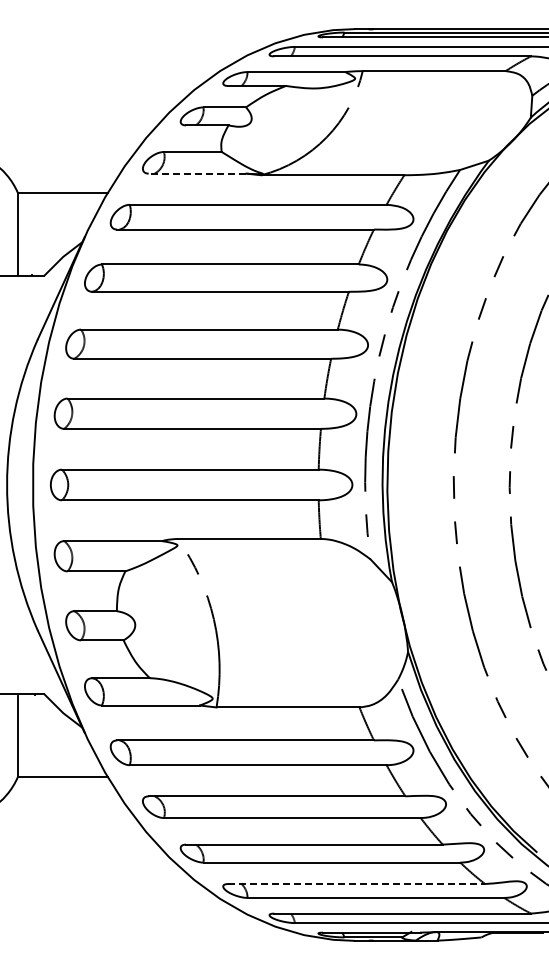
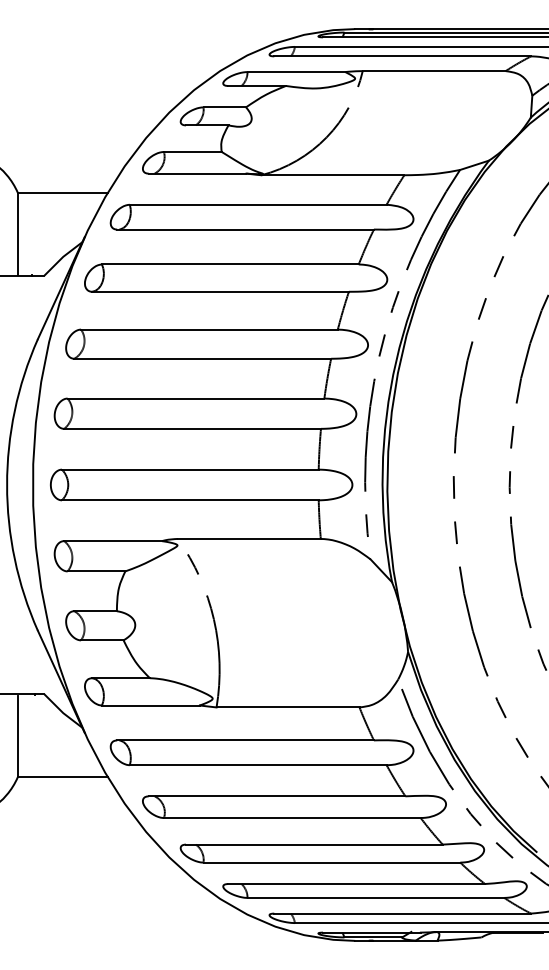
line at (197, 173): dashed -> solid
line at (357, 884): dashed -> solid
